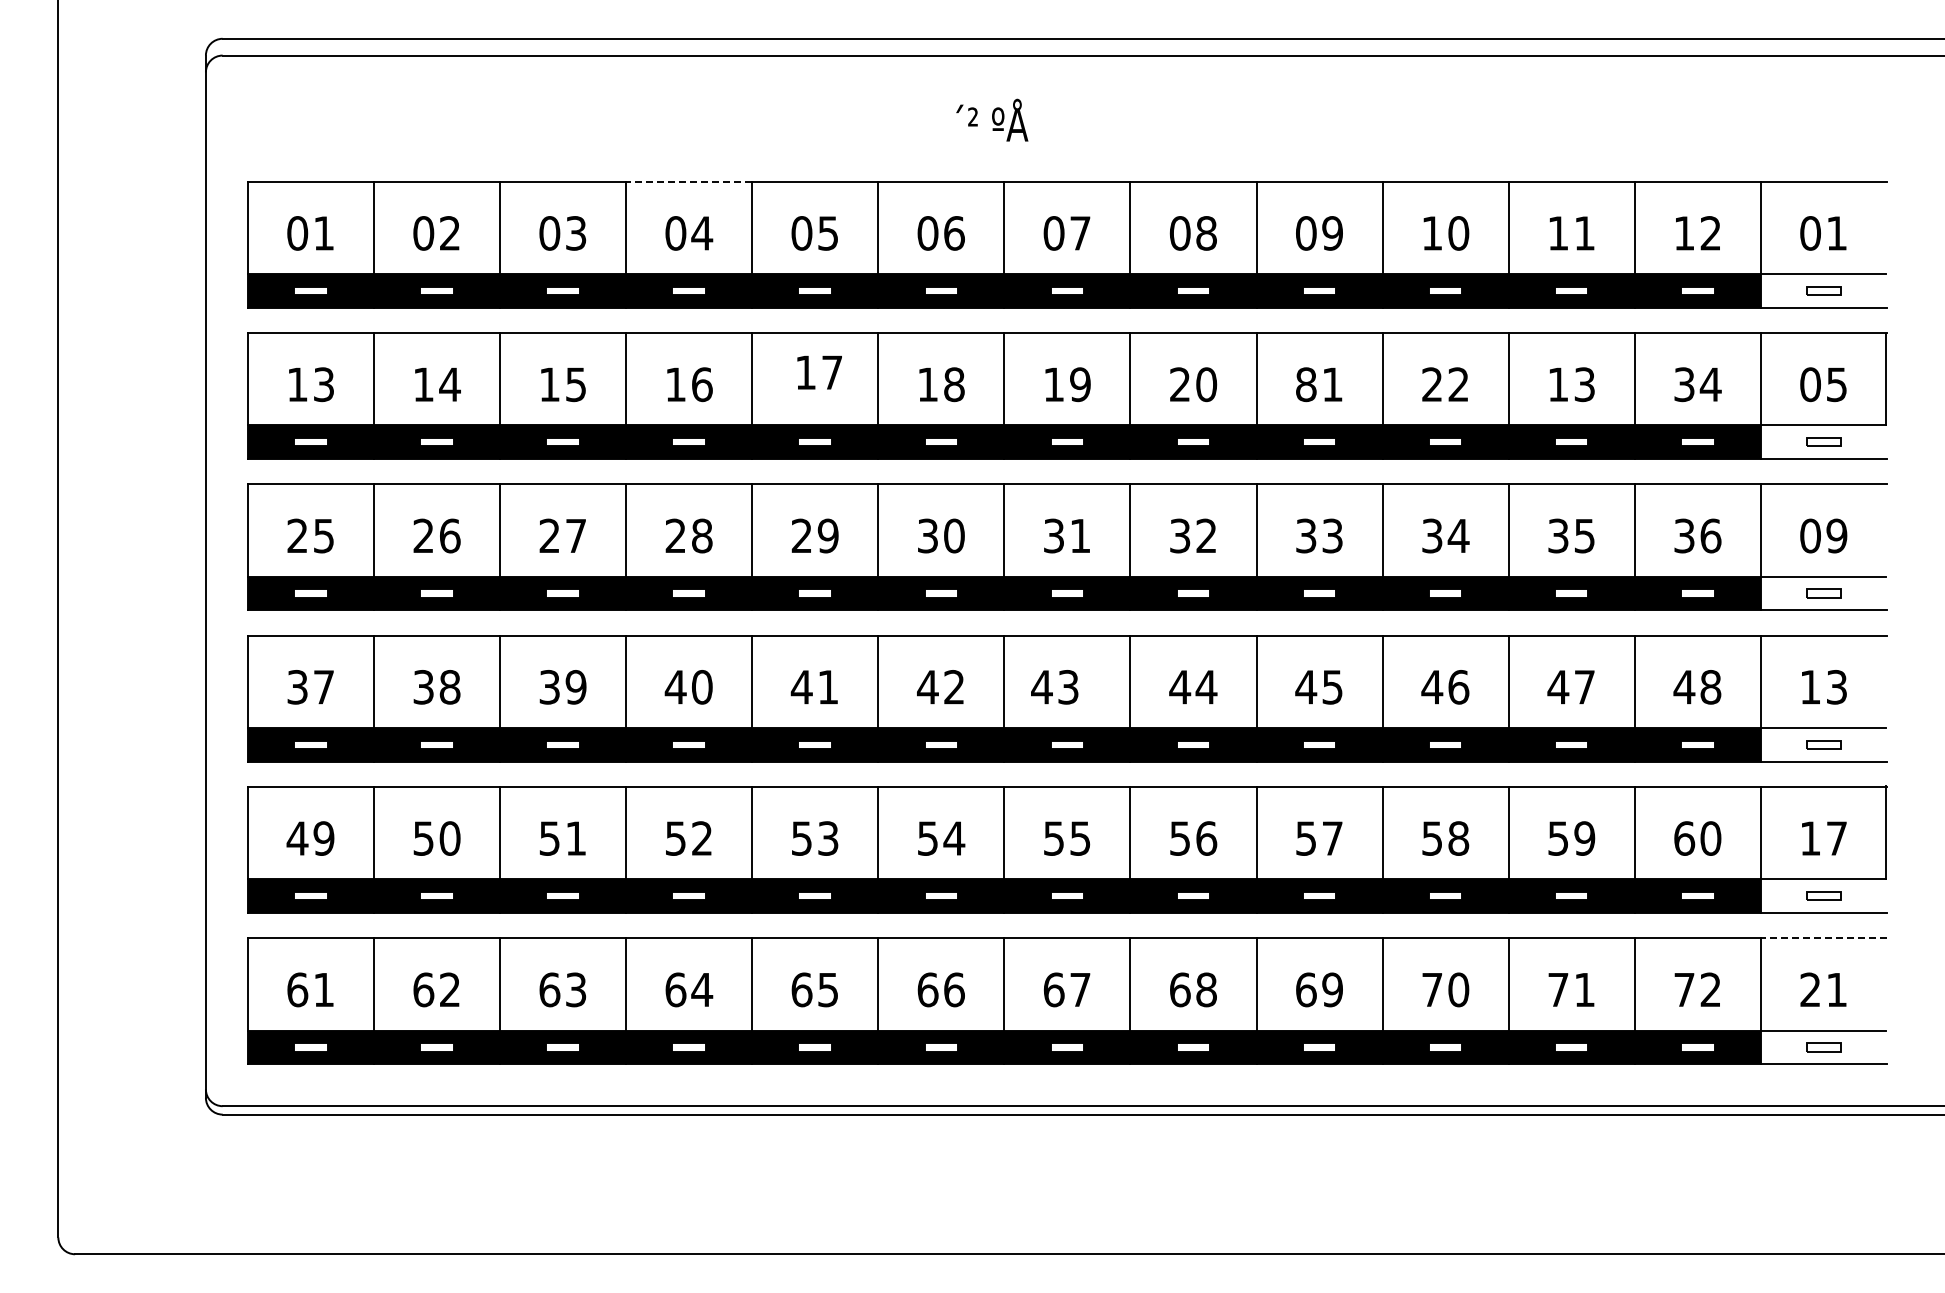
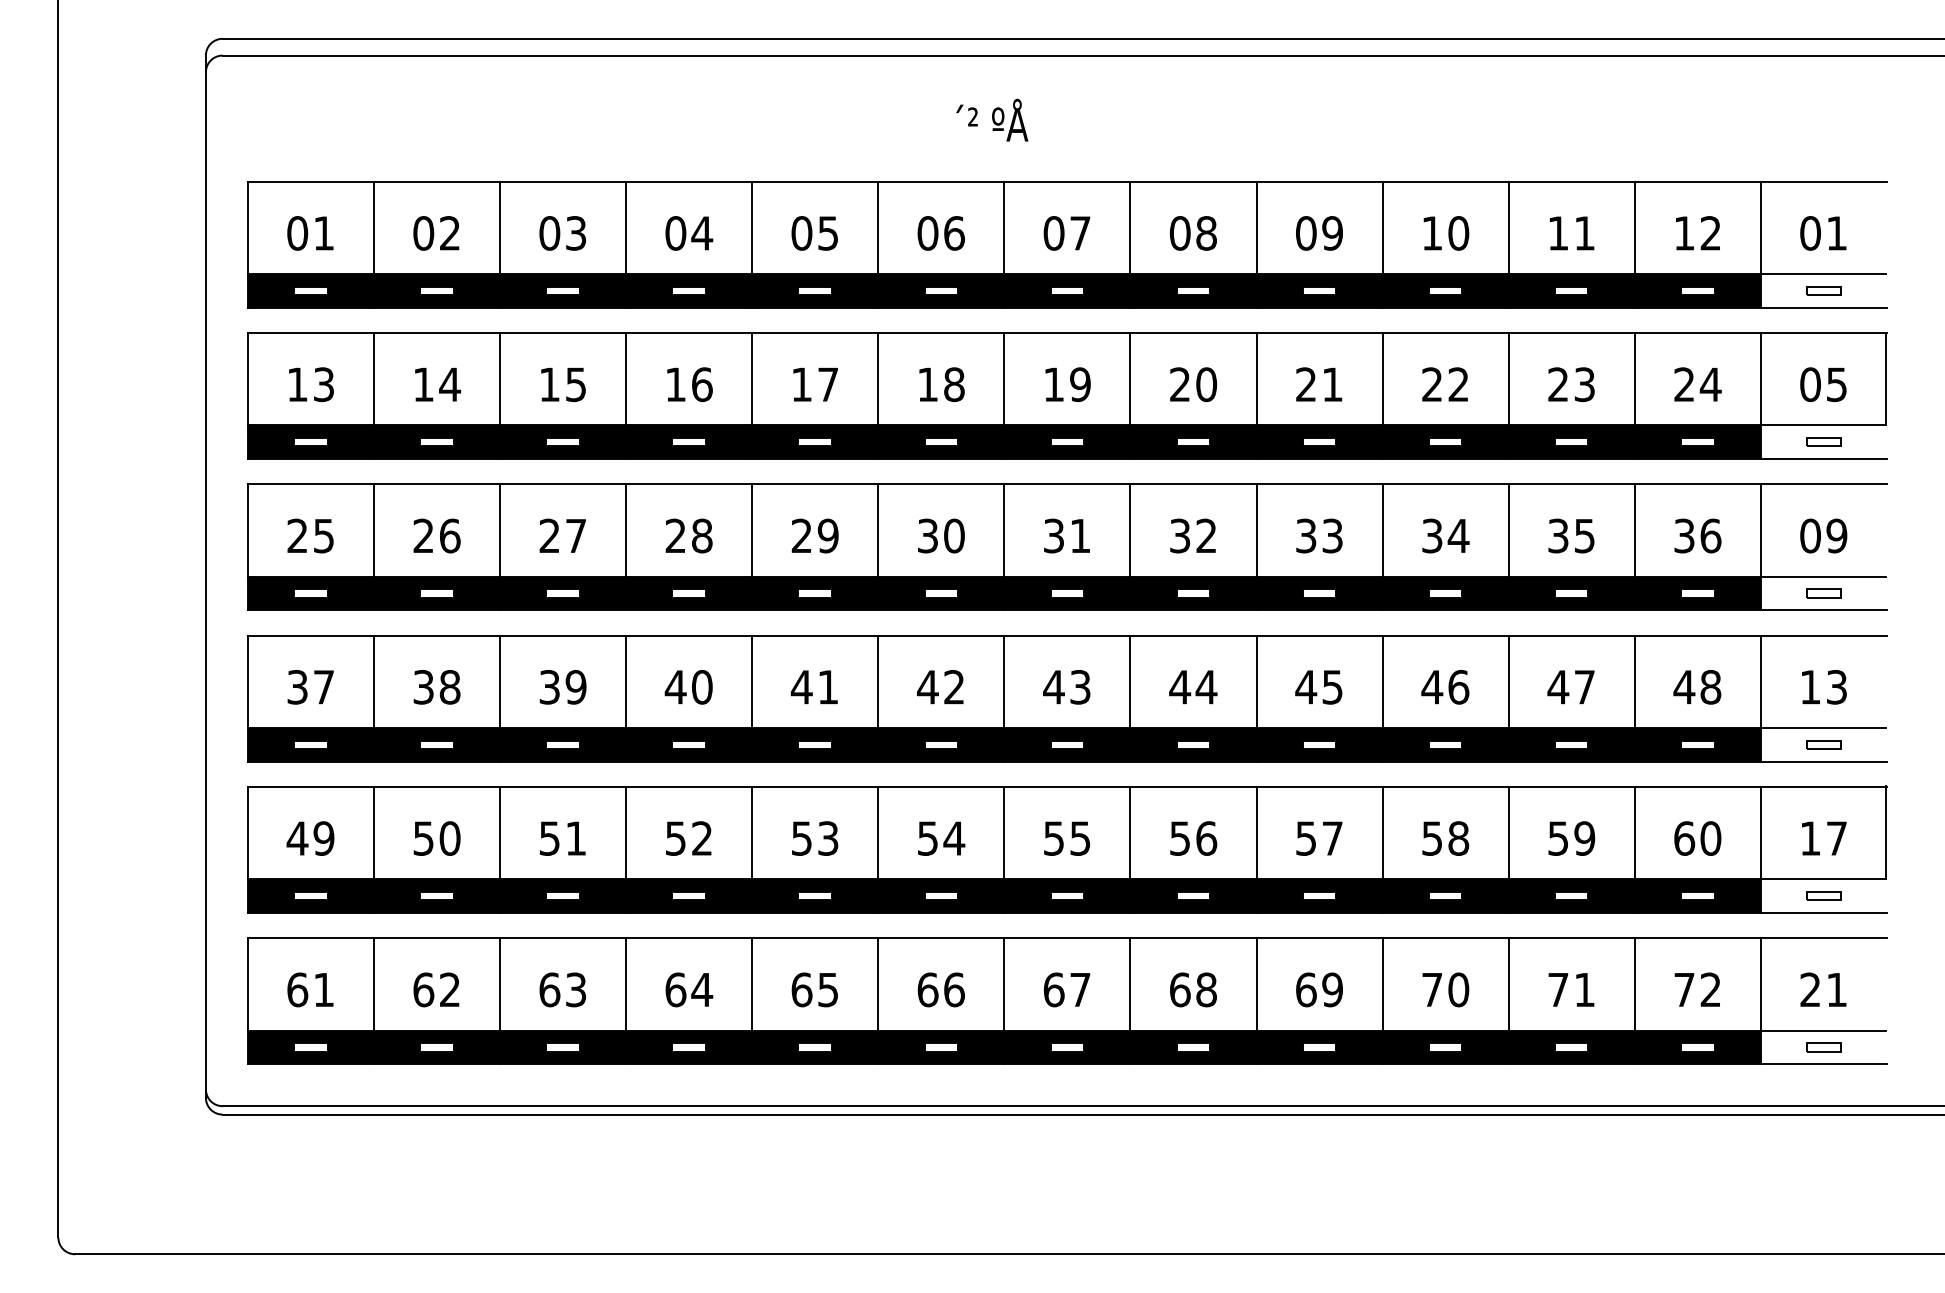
line at (688, 181): dashed -> solid
text at (819, 372) position: (819, 372) -> (815, 384)
text at (1306, 384): 81 -> 21
text at (1557, 384): 13 -> 23
text at (1684, 384): 34 -> 24
text at (1054, 687) position: (1054, 687) -> (1066, 687)
line at (1823, 938): dashed -> solid
